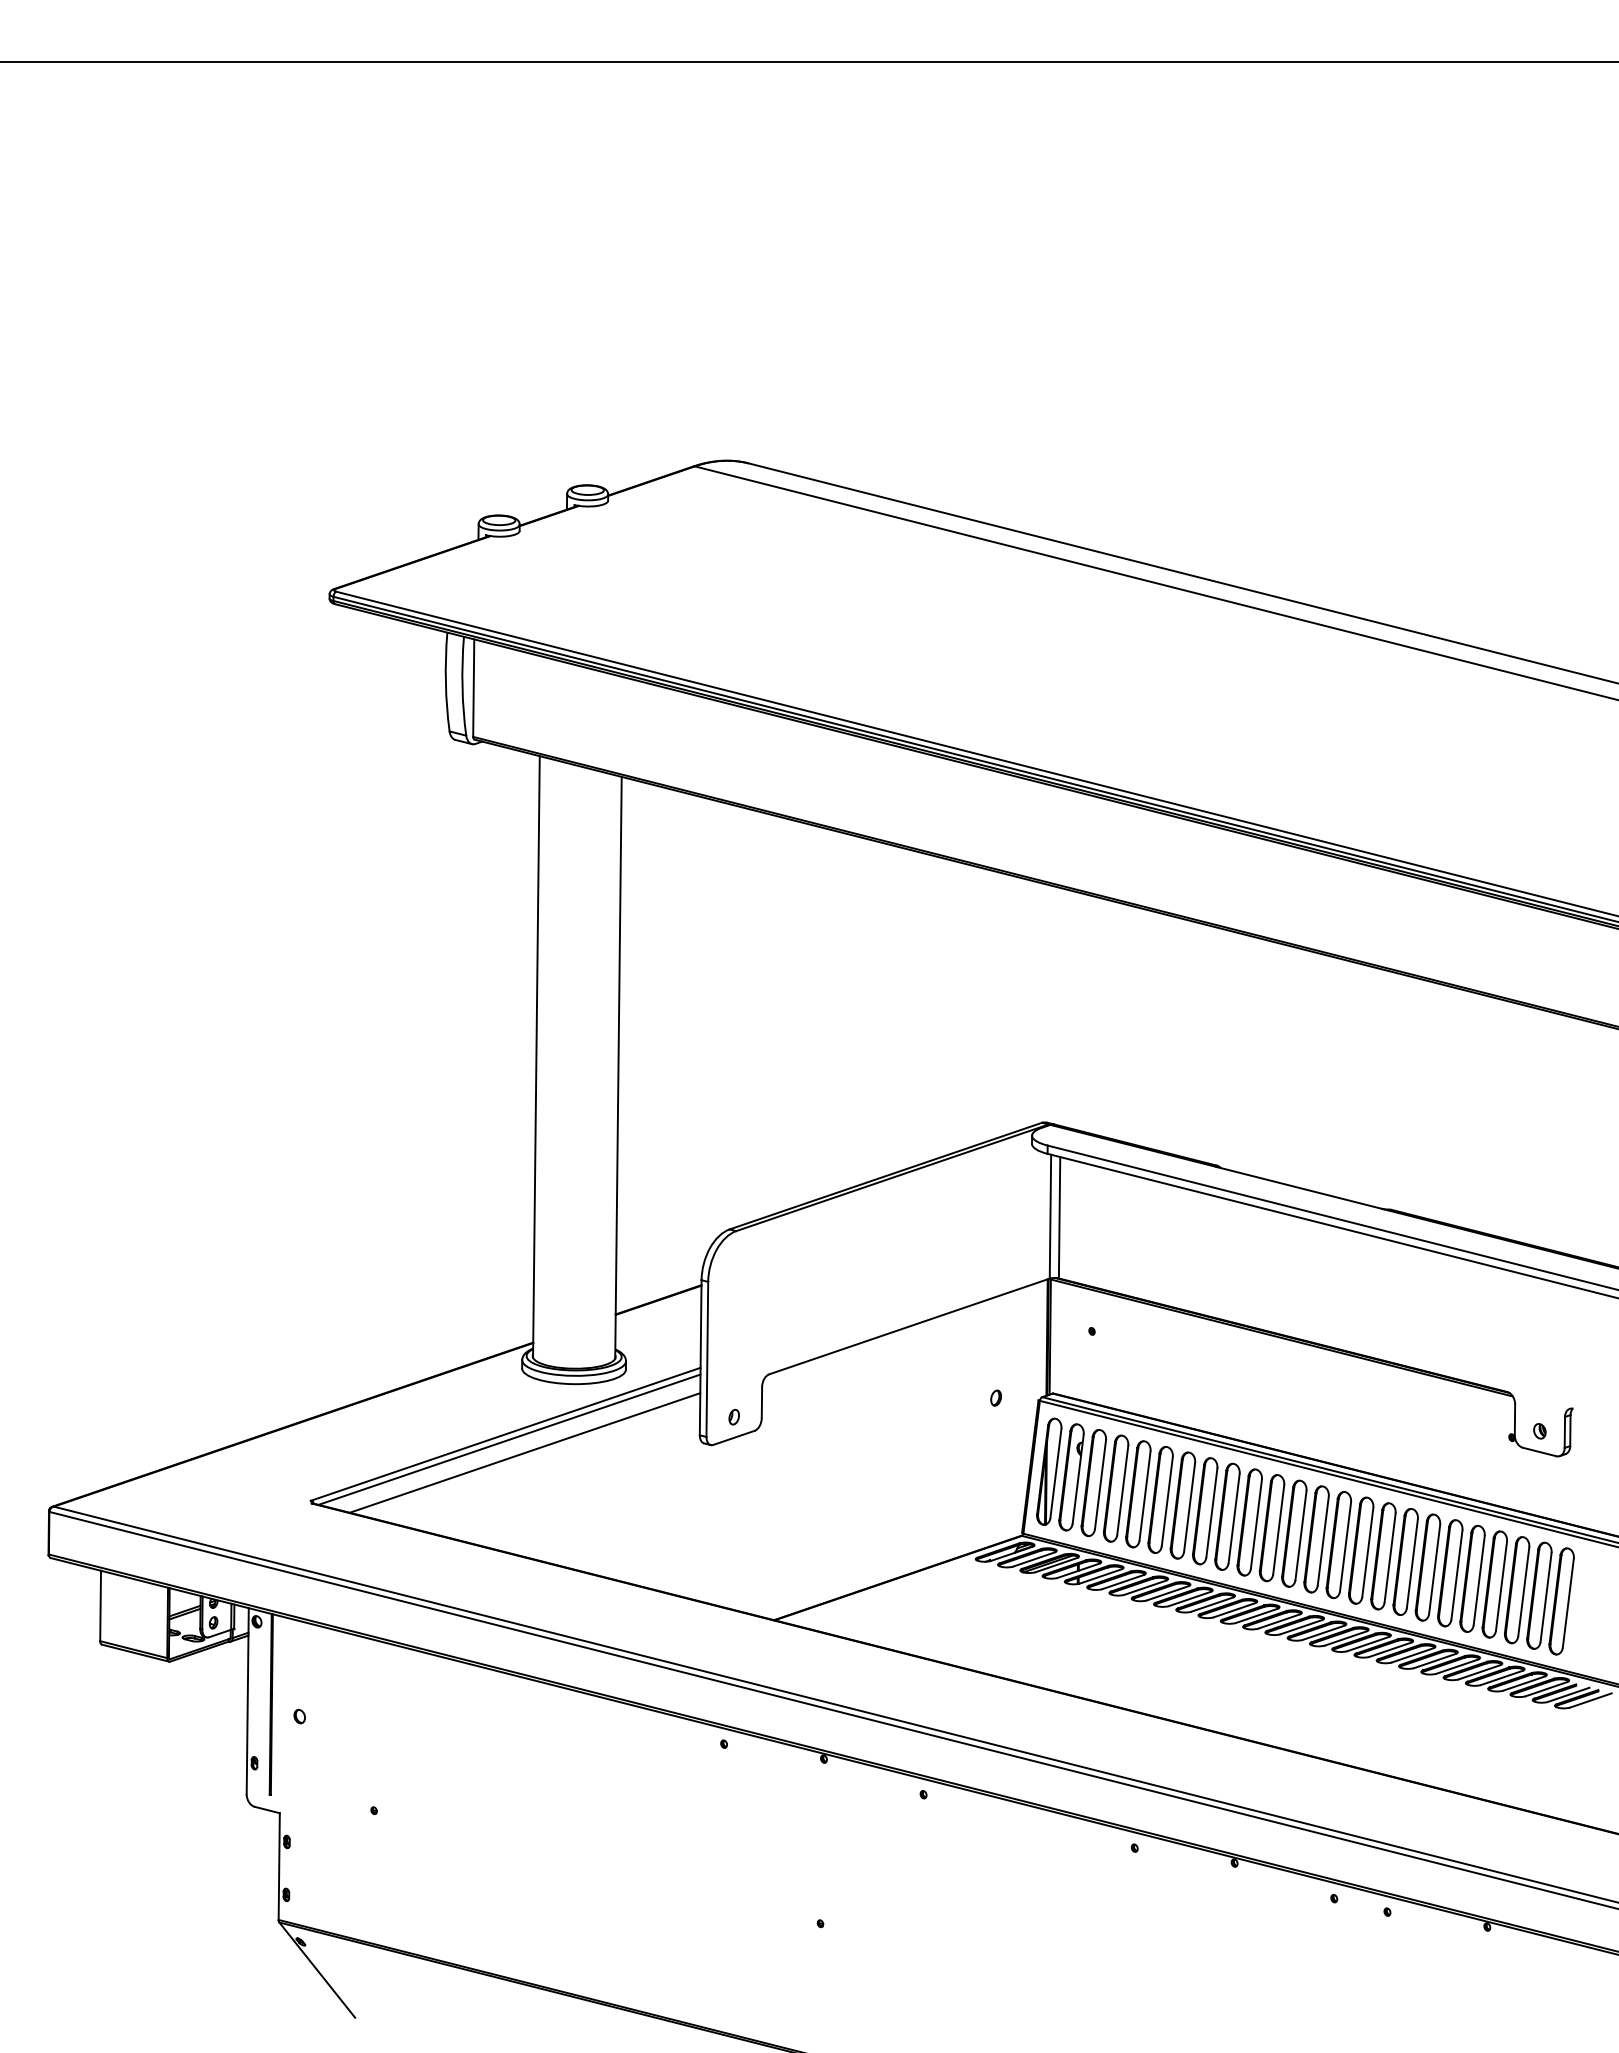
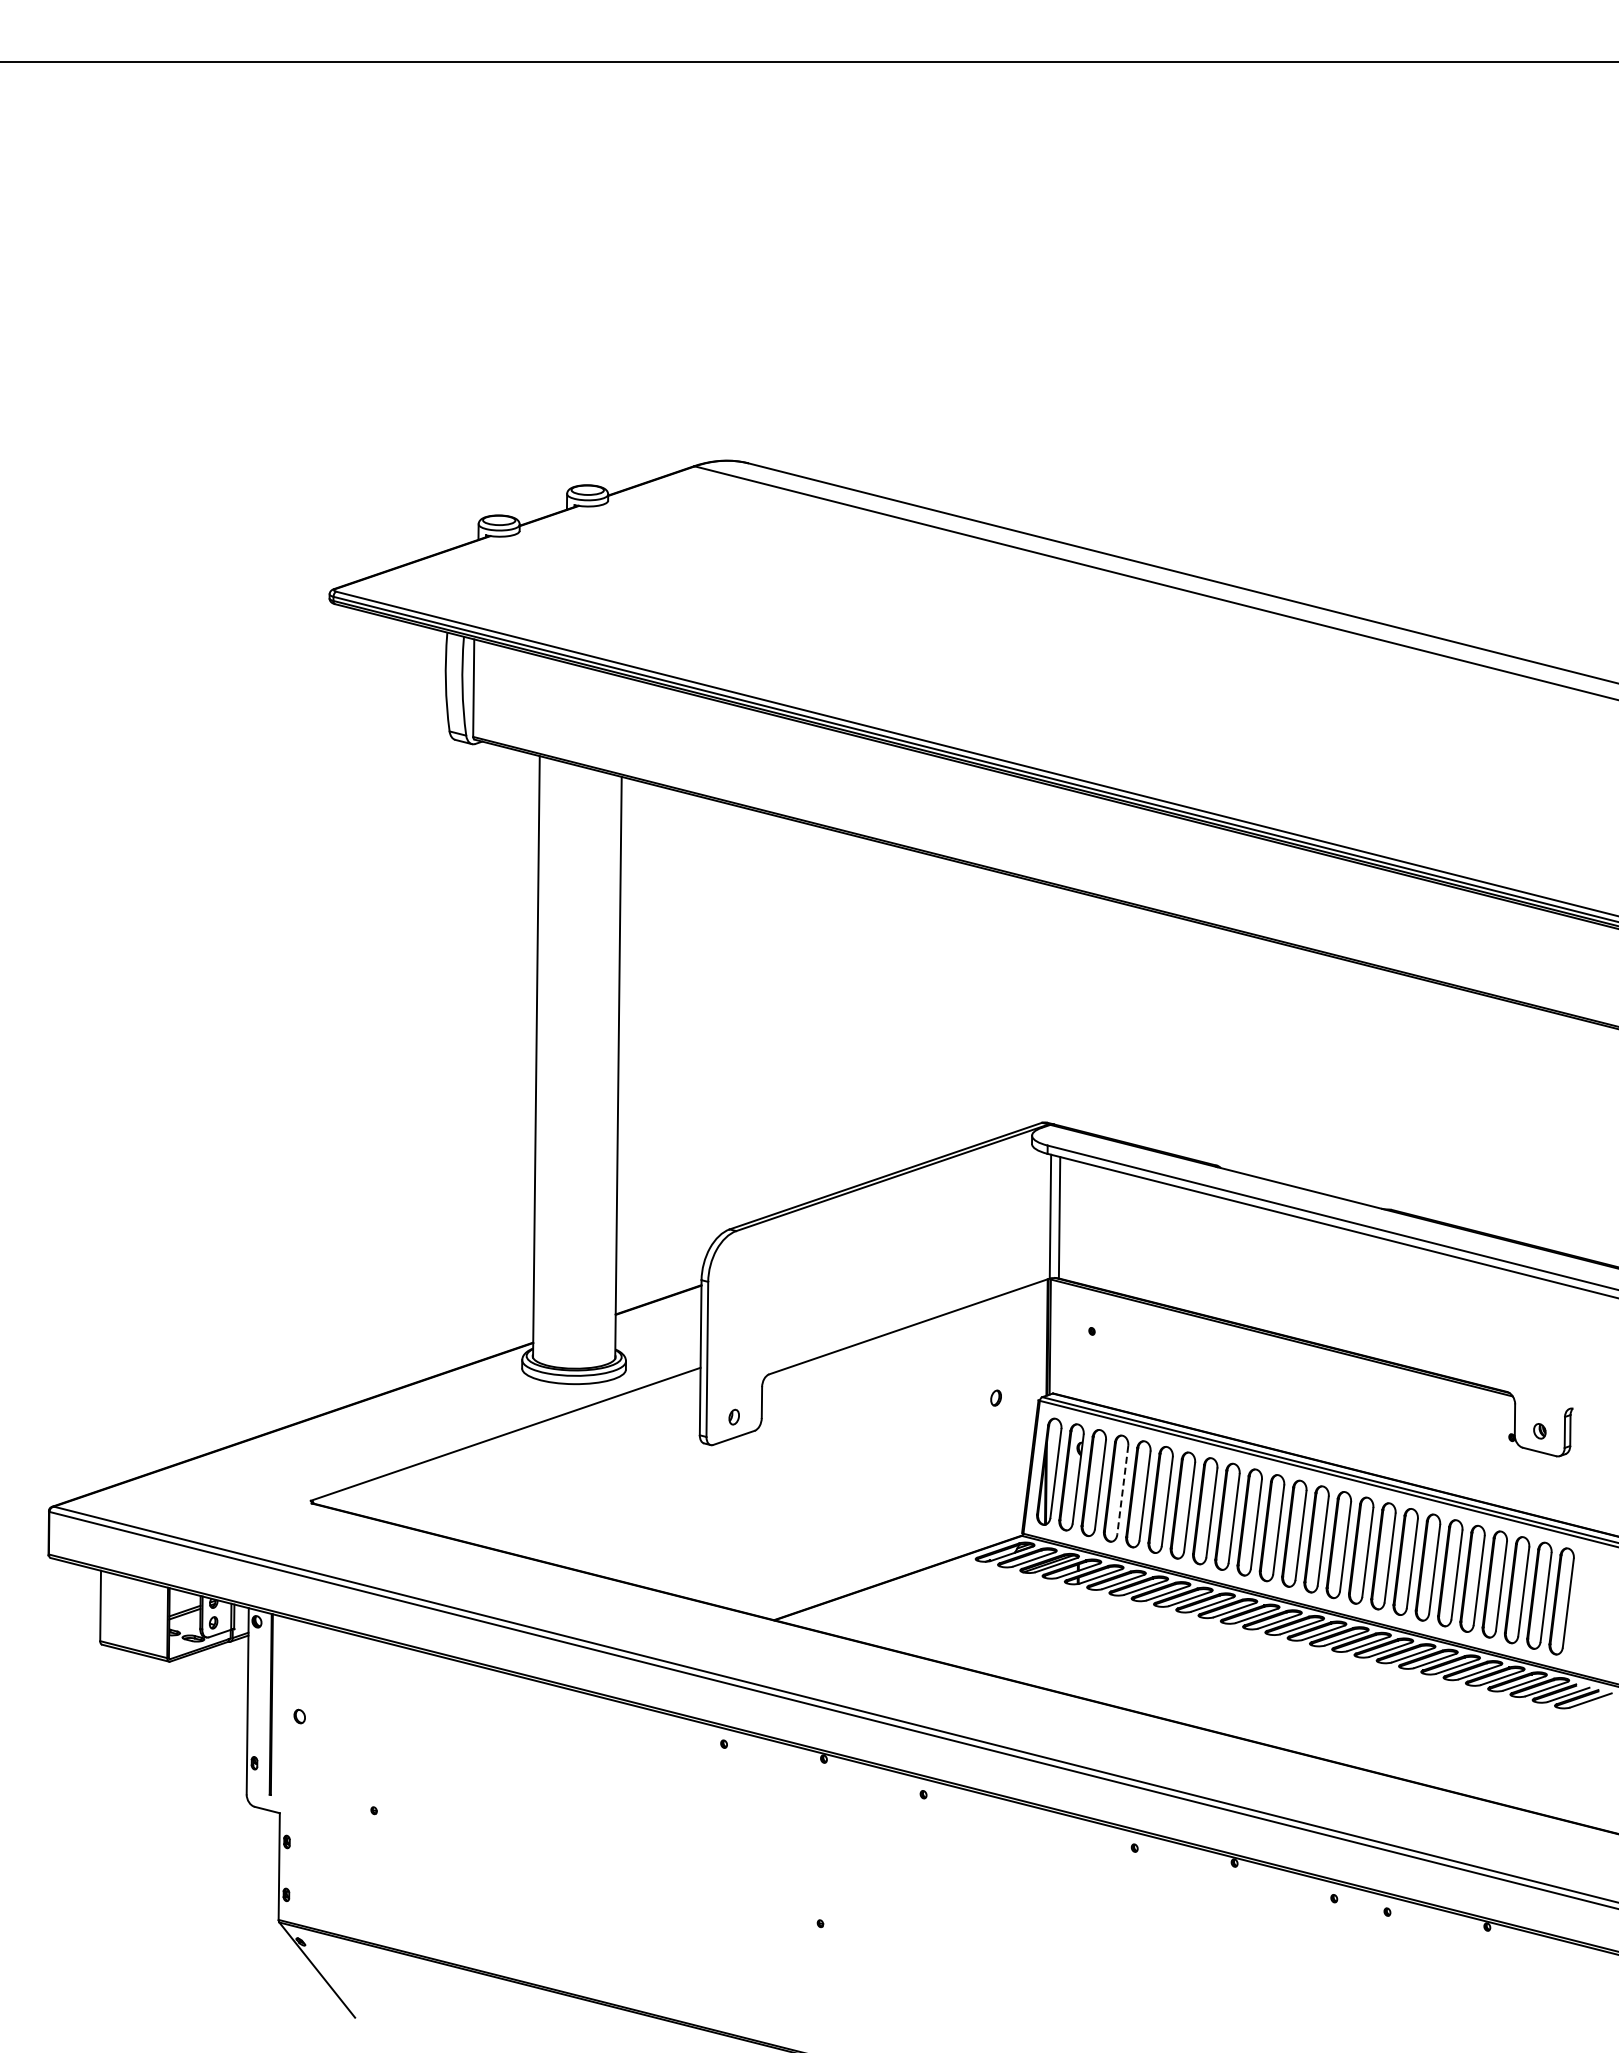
line at (509, 1439): present -> none
line at (524, 1452): present -> none
line at (1122, 1490): solid -> dashed
